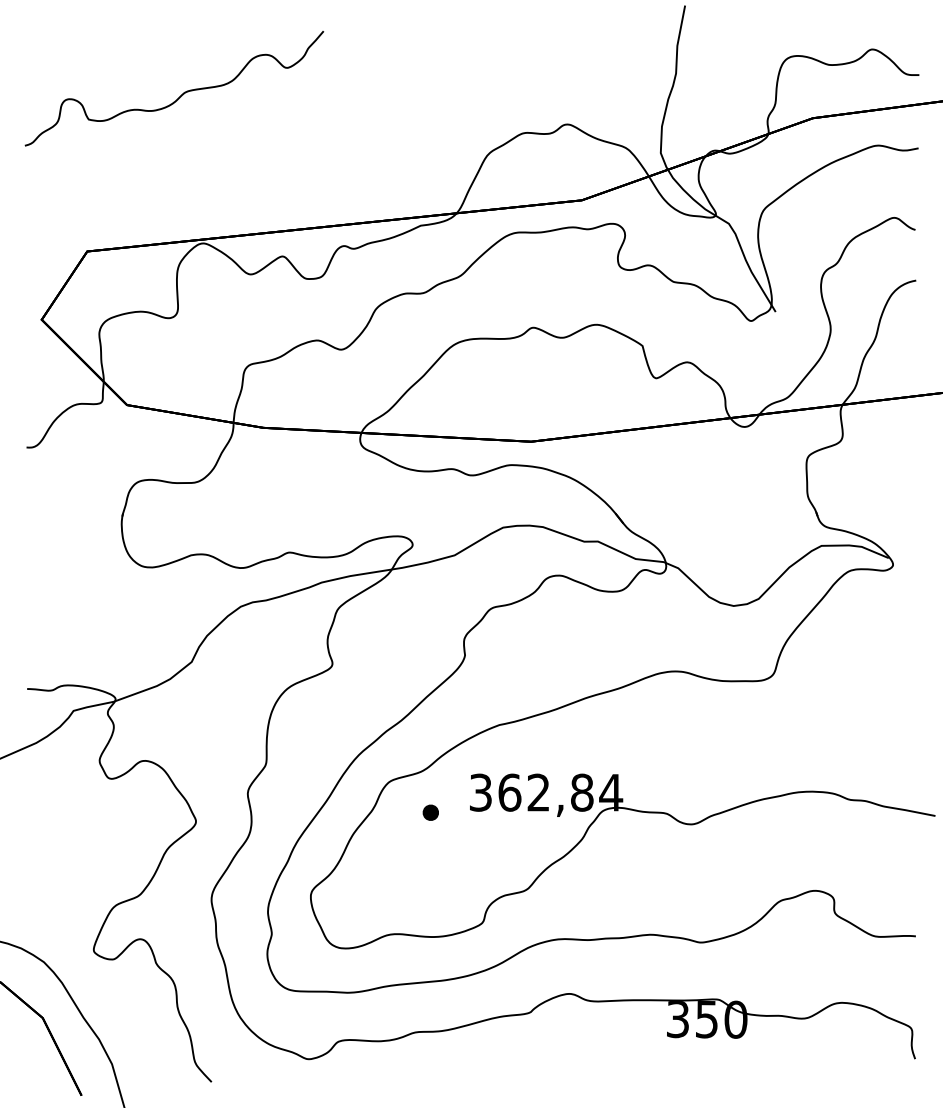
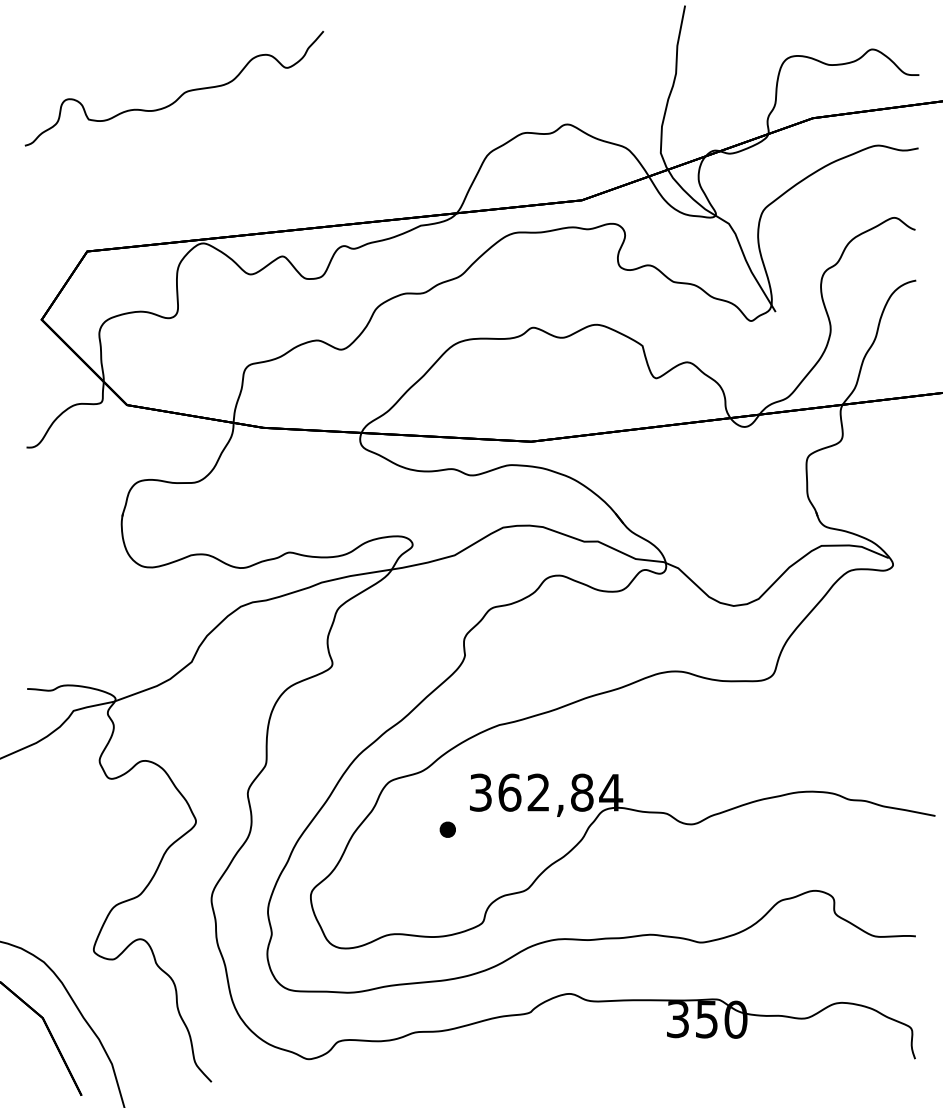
part at (430, 812) position: (430, 812) -> (447, 829)
